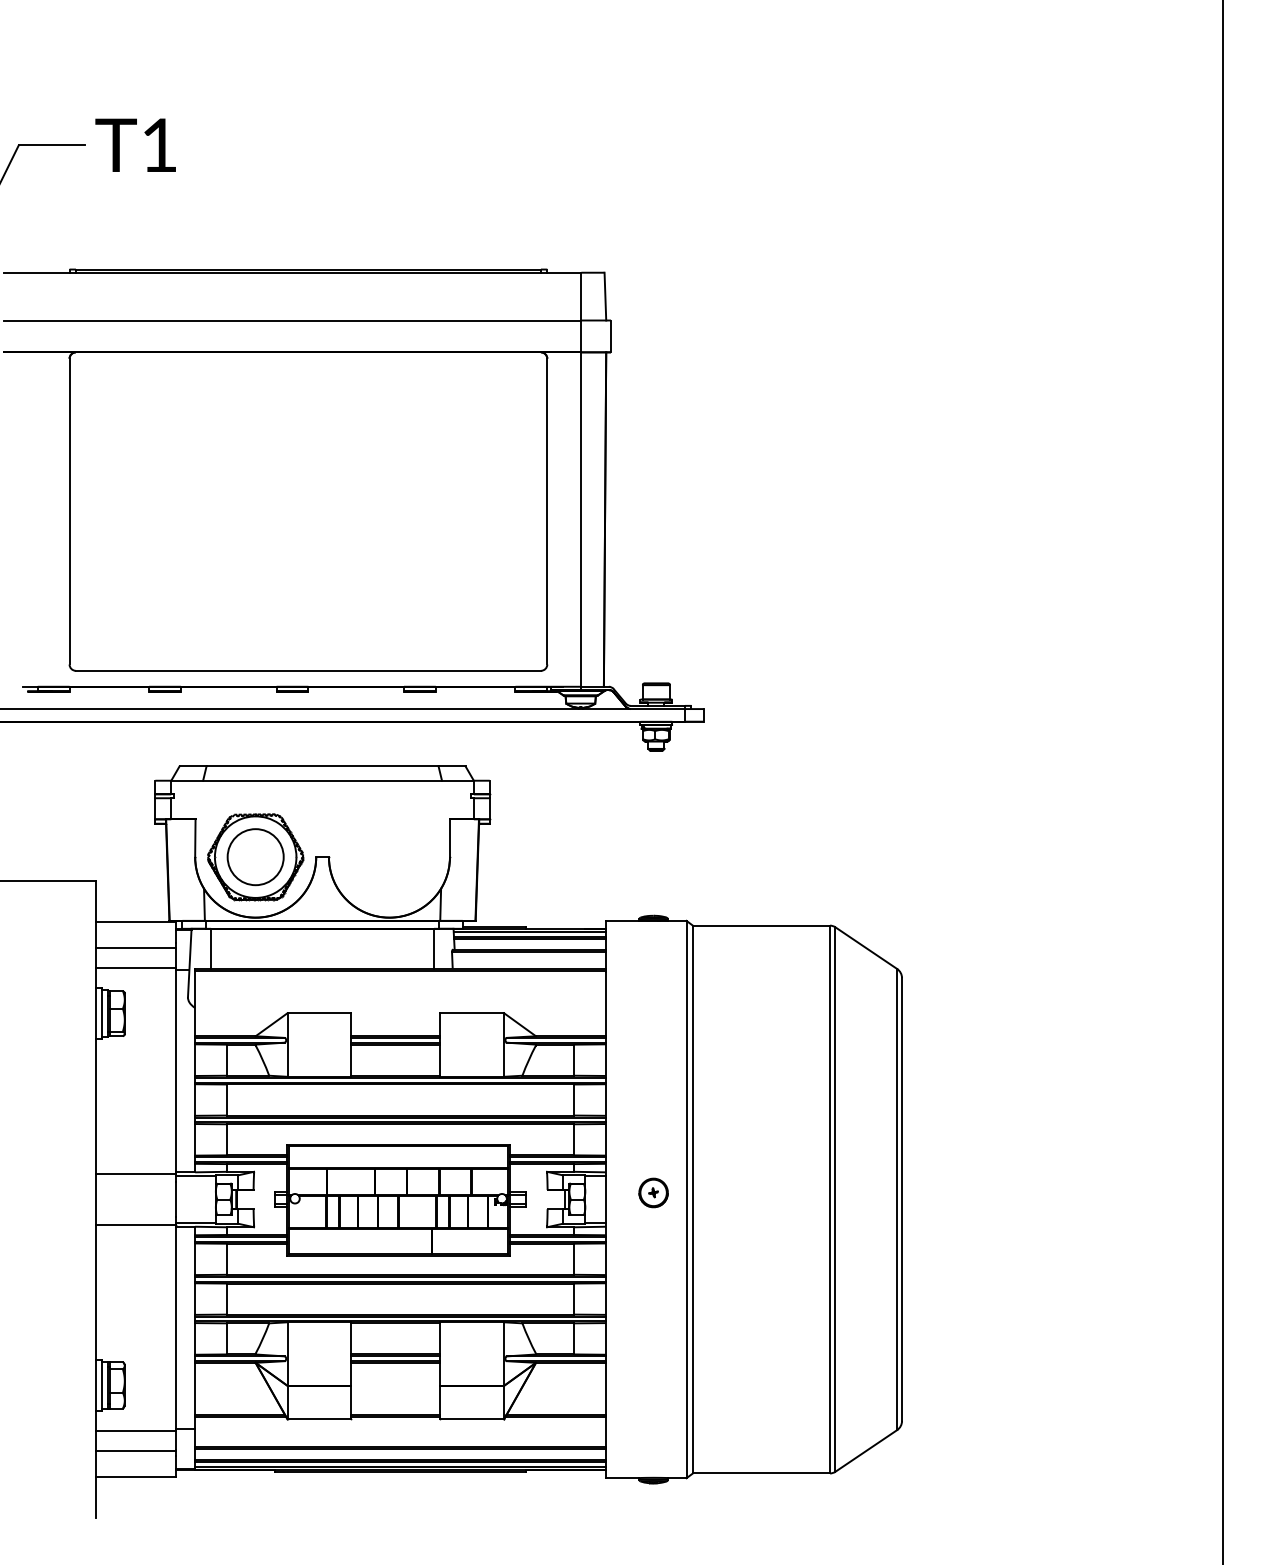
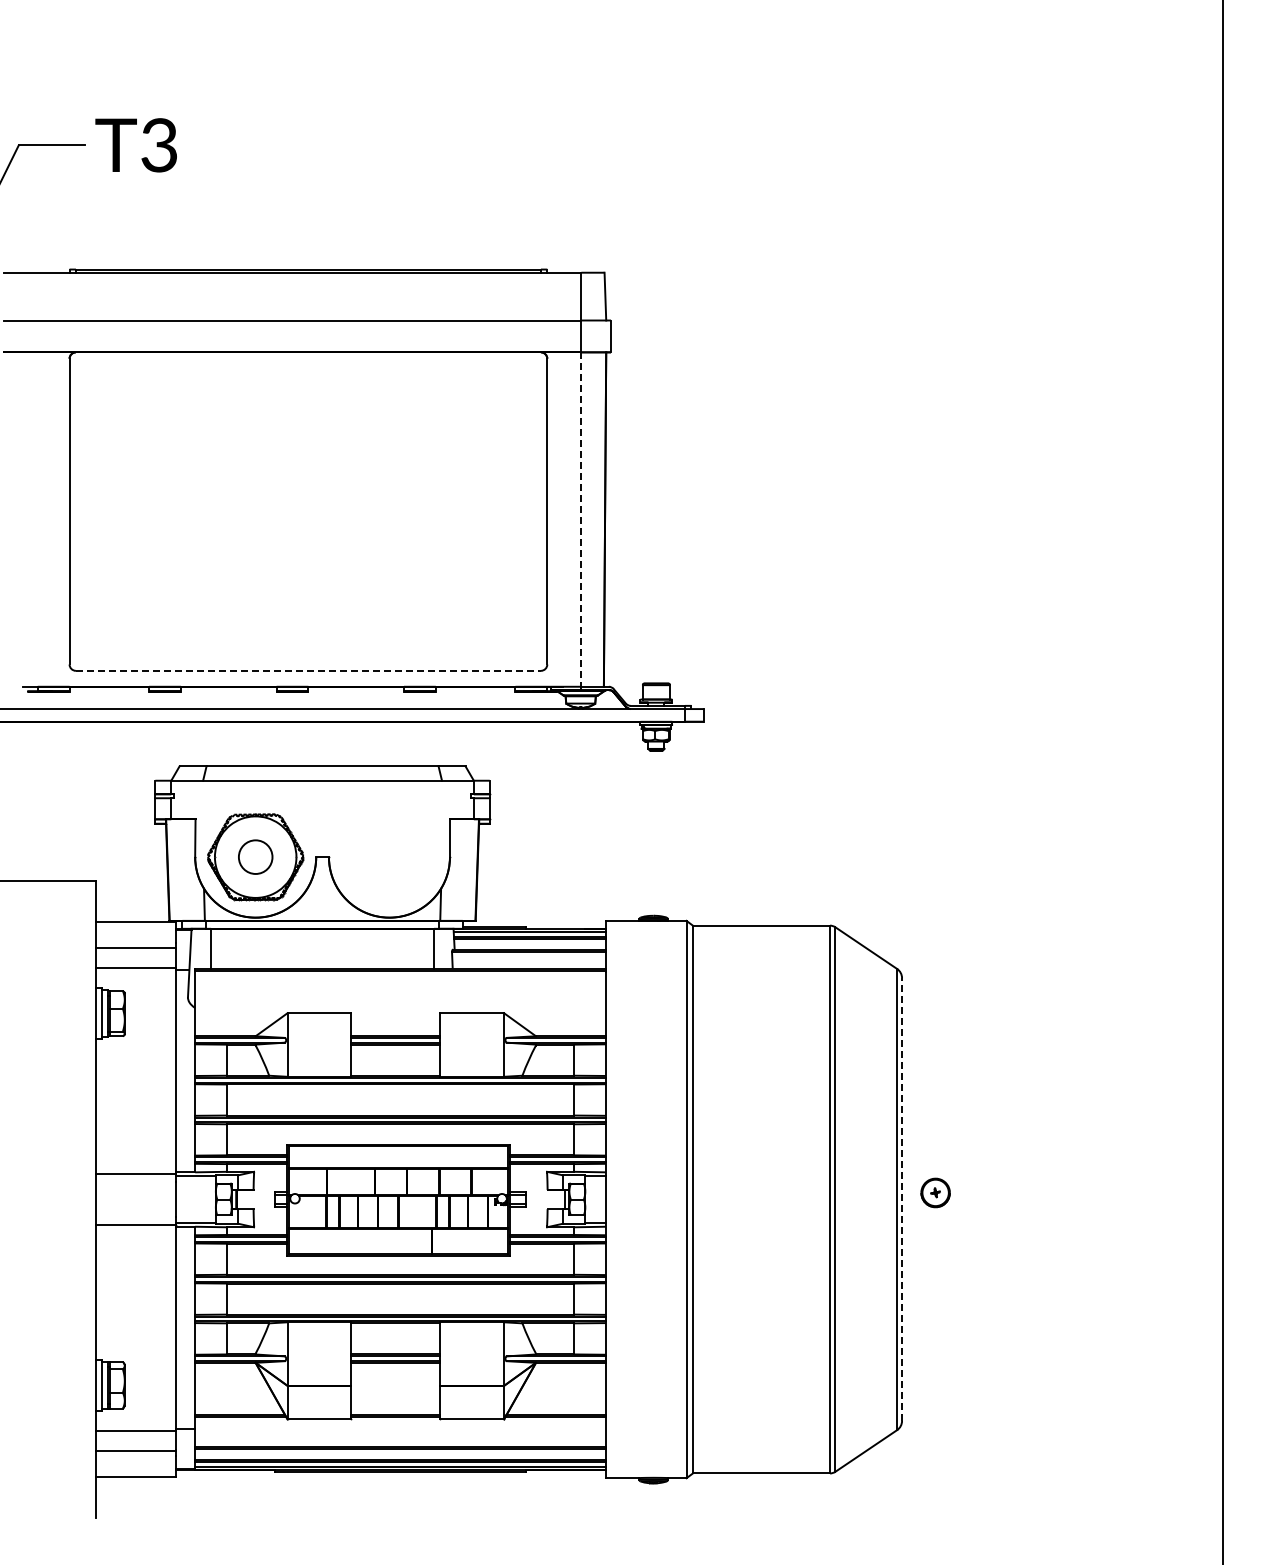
text at (158, 145): T1 -> T3
line at (581, 520): solid -> dashed
line at (308, 670): solid -> dashed
circle at (255, 857) diameter: 56 px -> 34 px
part at (653, 1192) position: (653, 1192) -> (935, 1192)
line at (902, 1199): solid -> dashed
